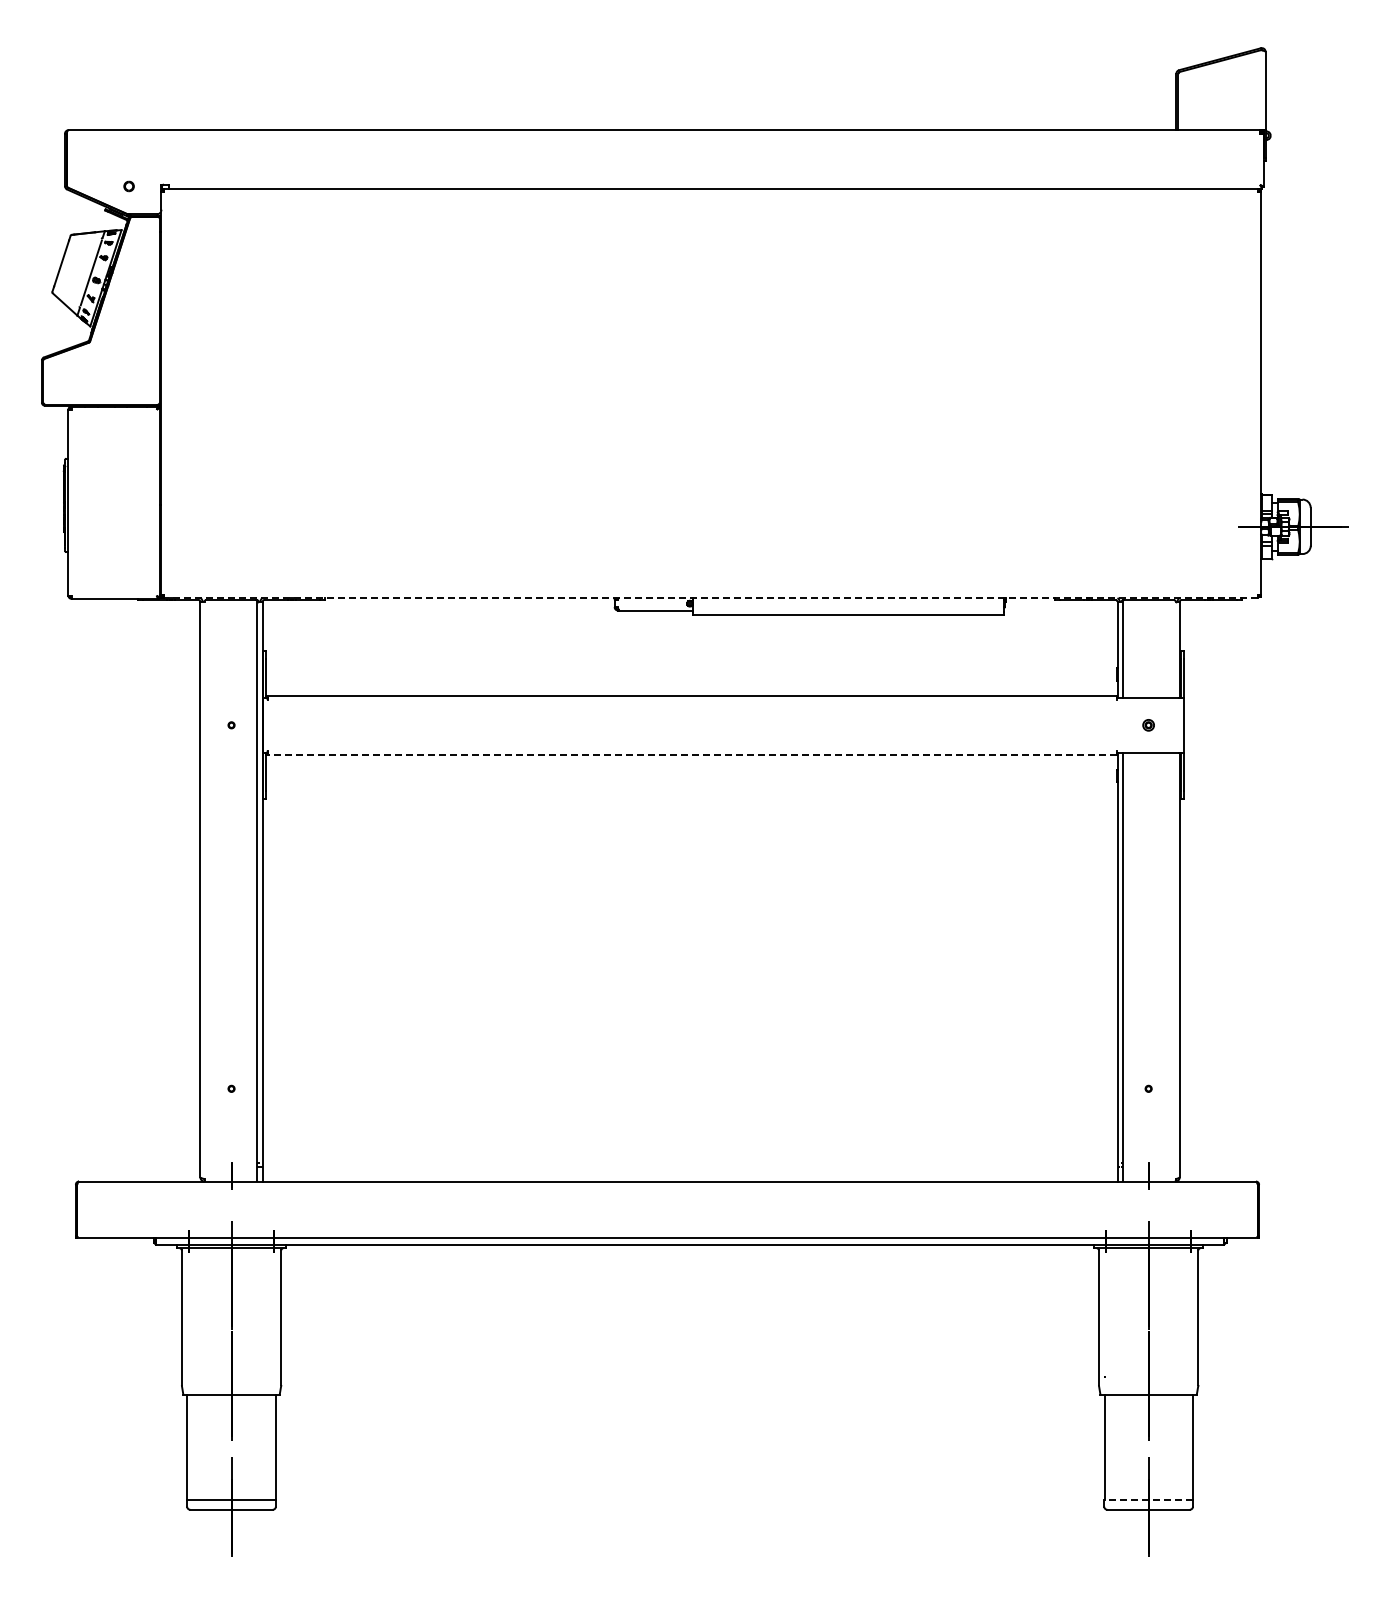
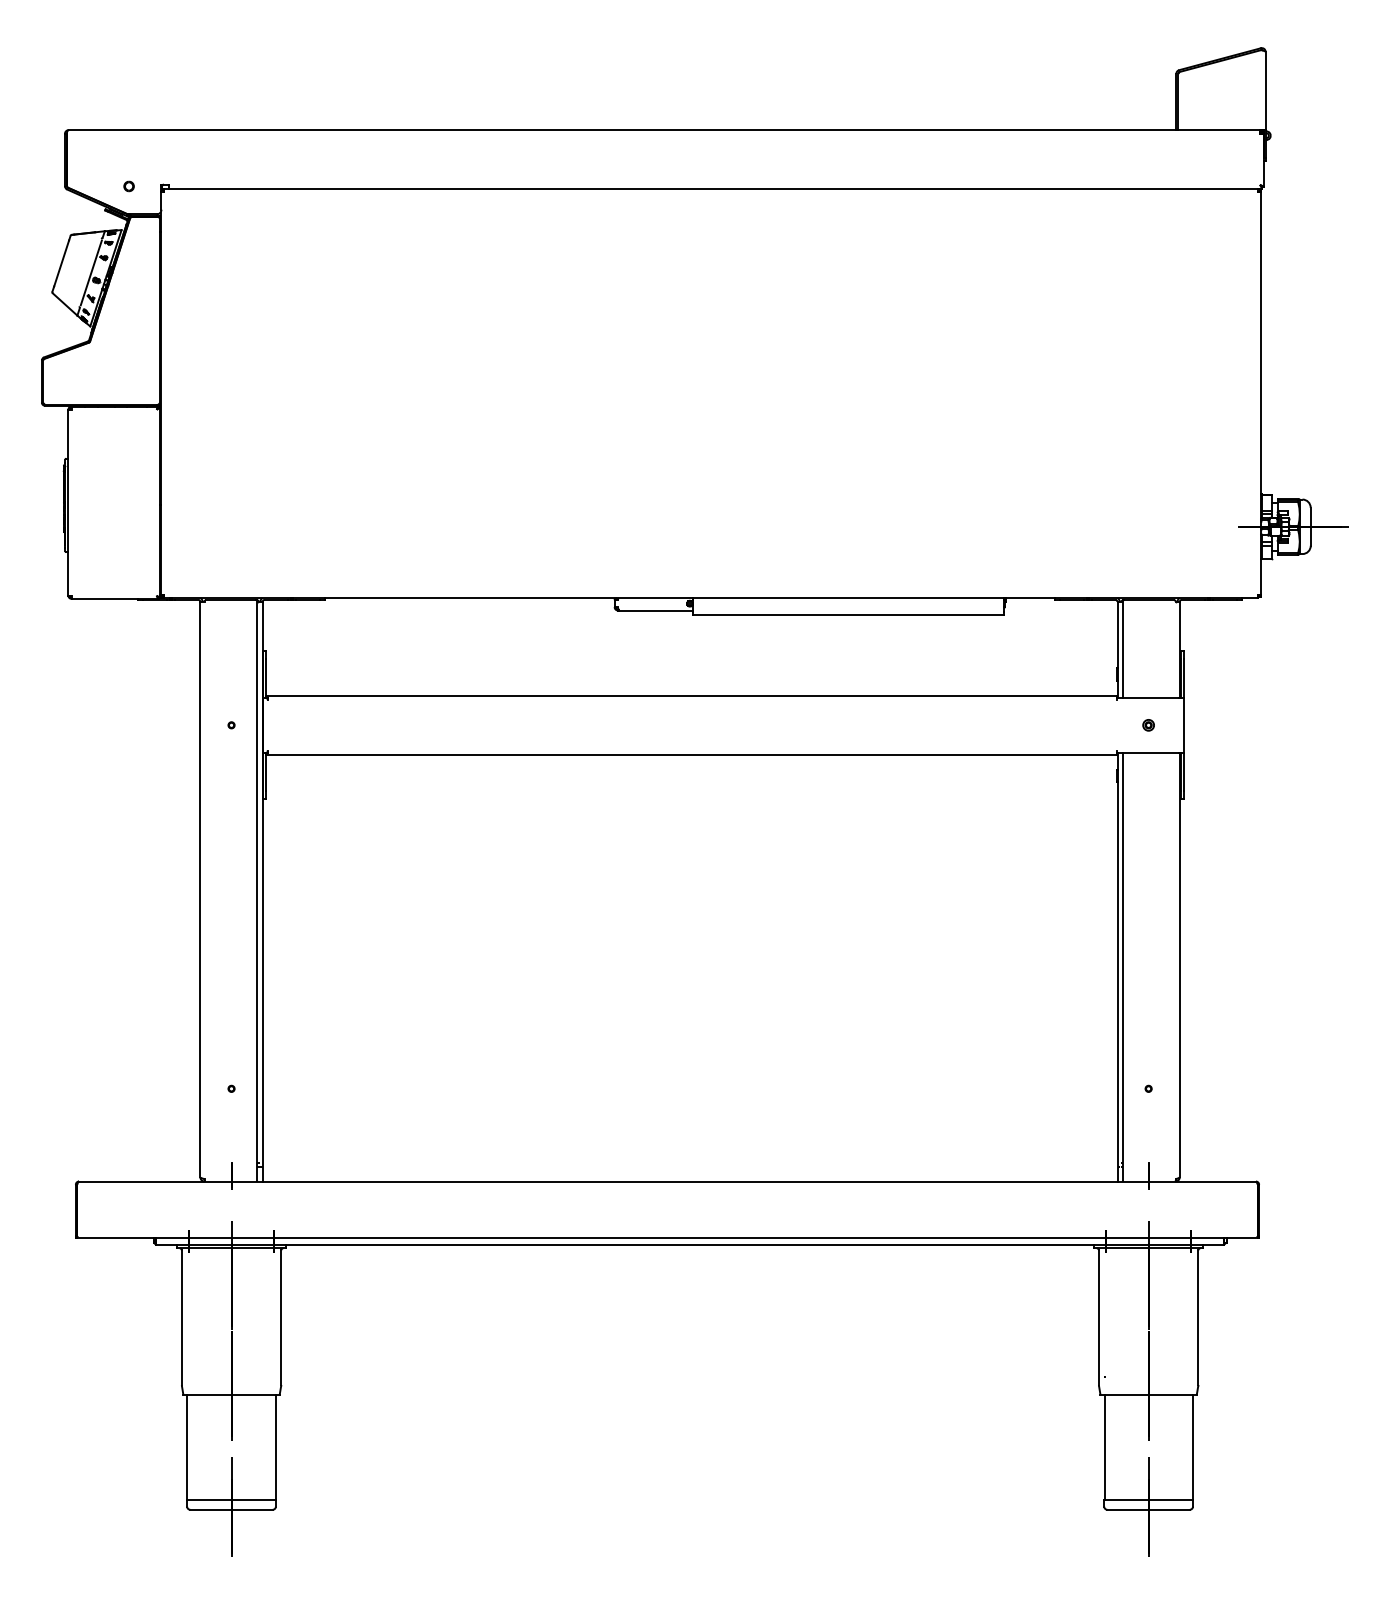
line at (710, 598): dashed -> solid
line at (690, 754): dashed -> solid
line at (1148, 1500): dashed -> solid
